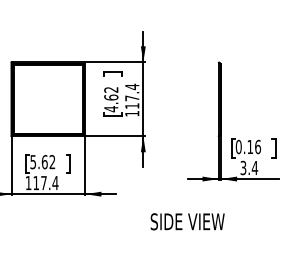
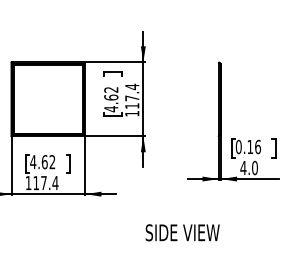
text at (33, 162): 5.62 -> 4.62
text at (249, 167): 3.4 -> 4.0
text at (187, 221) position: (187, 221) -> (182, 232)
